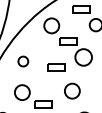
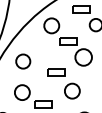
part at (23, 61) size: 13x13 px -> 17x17 px
part at (56, 67) position: (56, 67) -> (56, 72)
